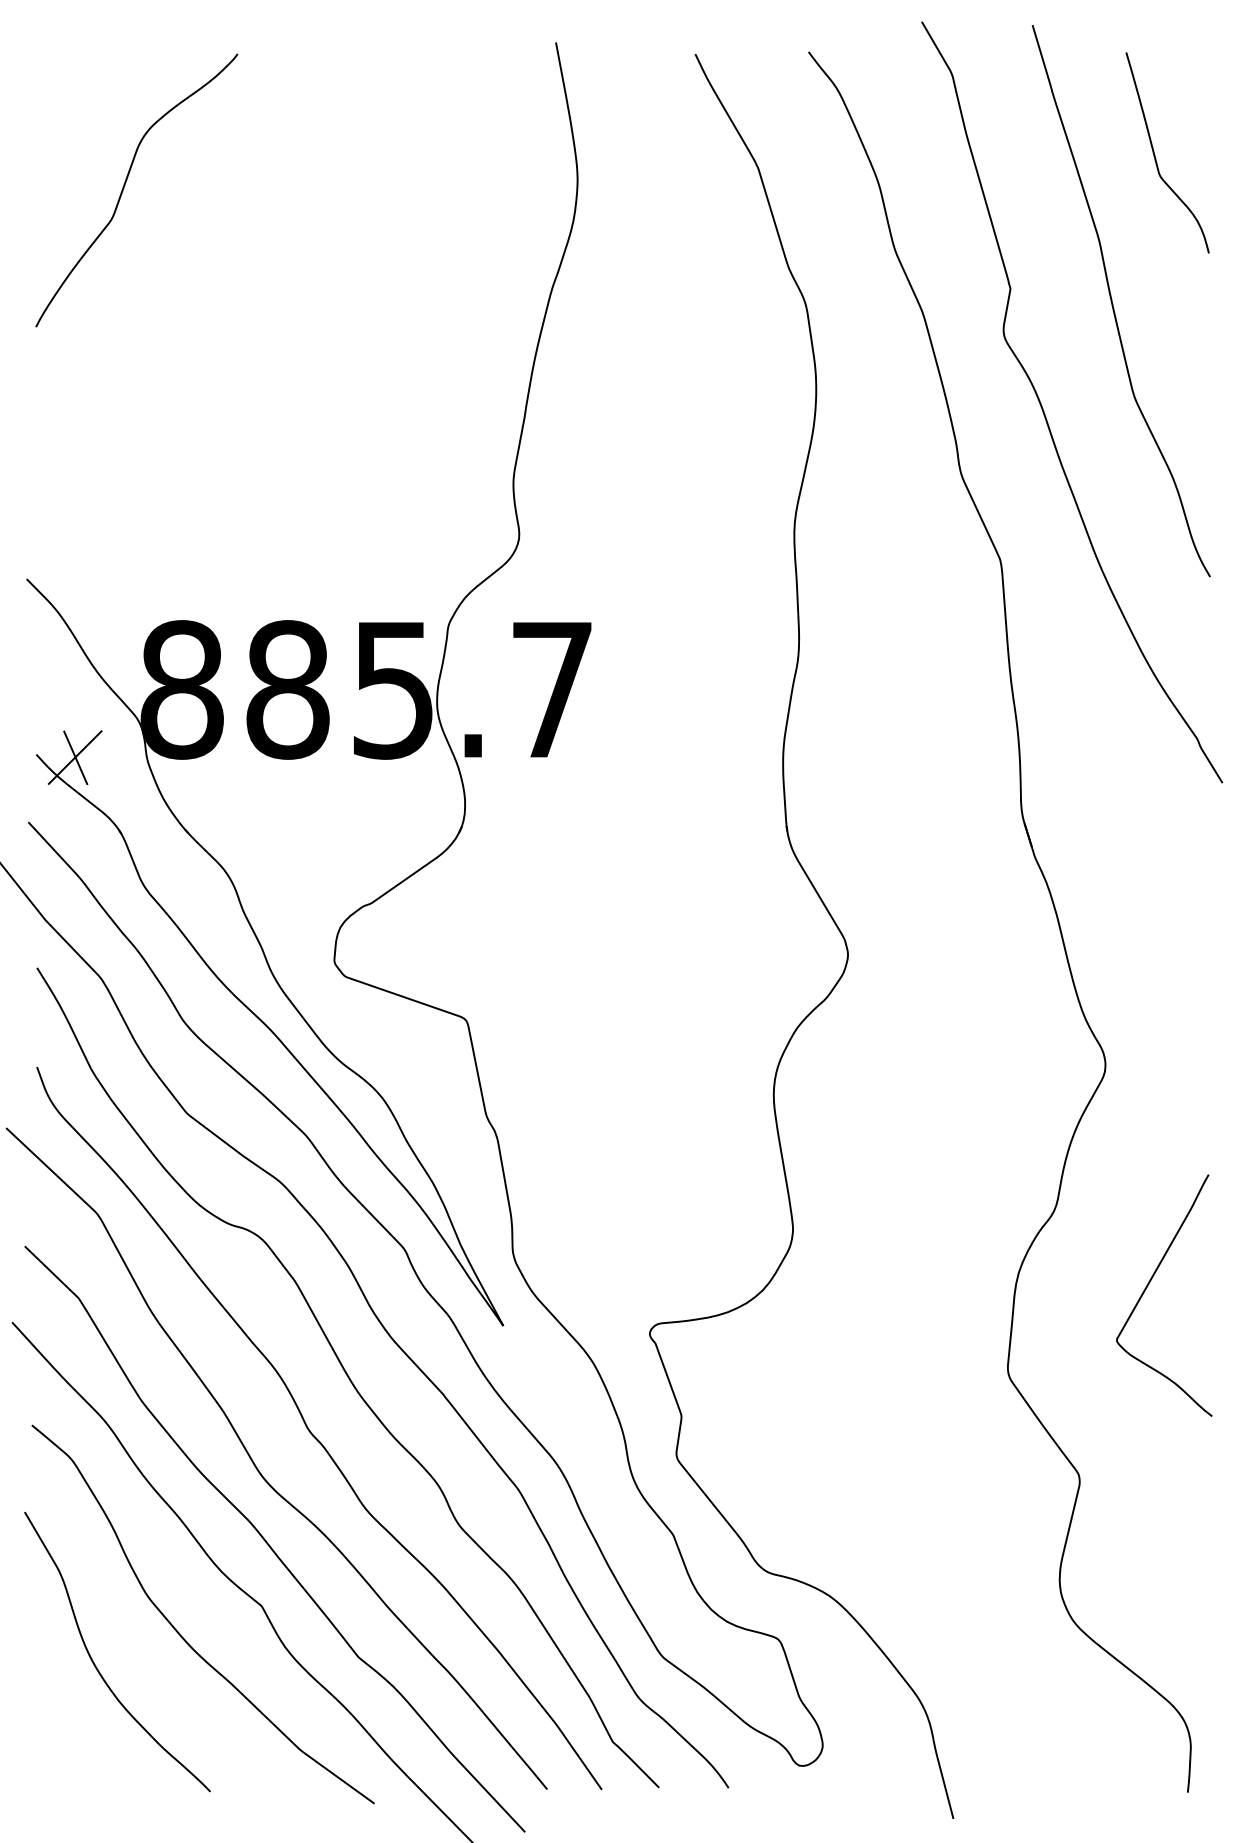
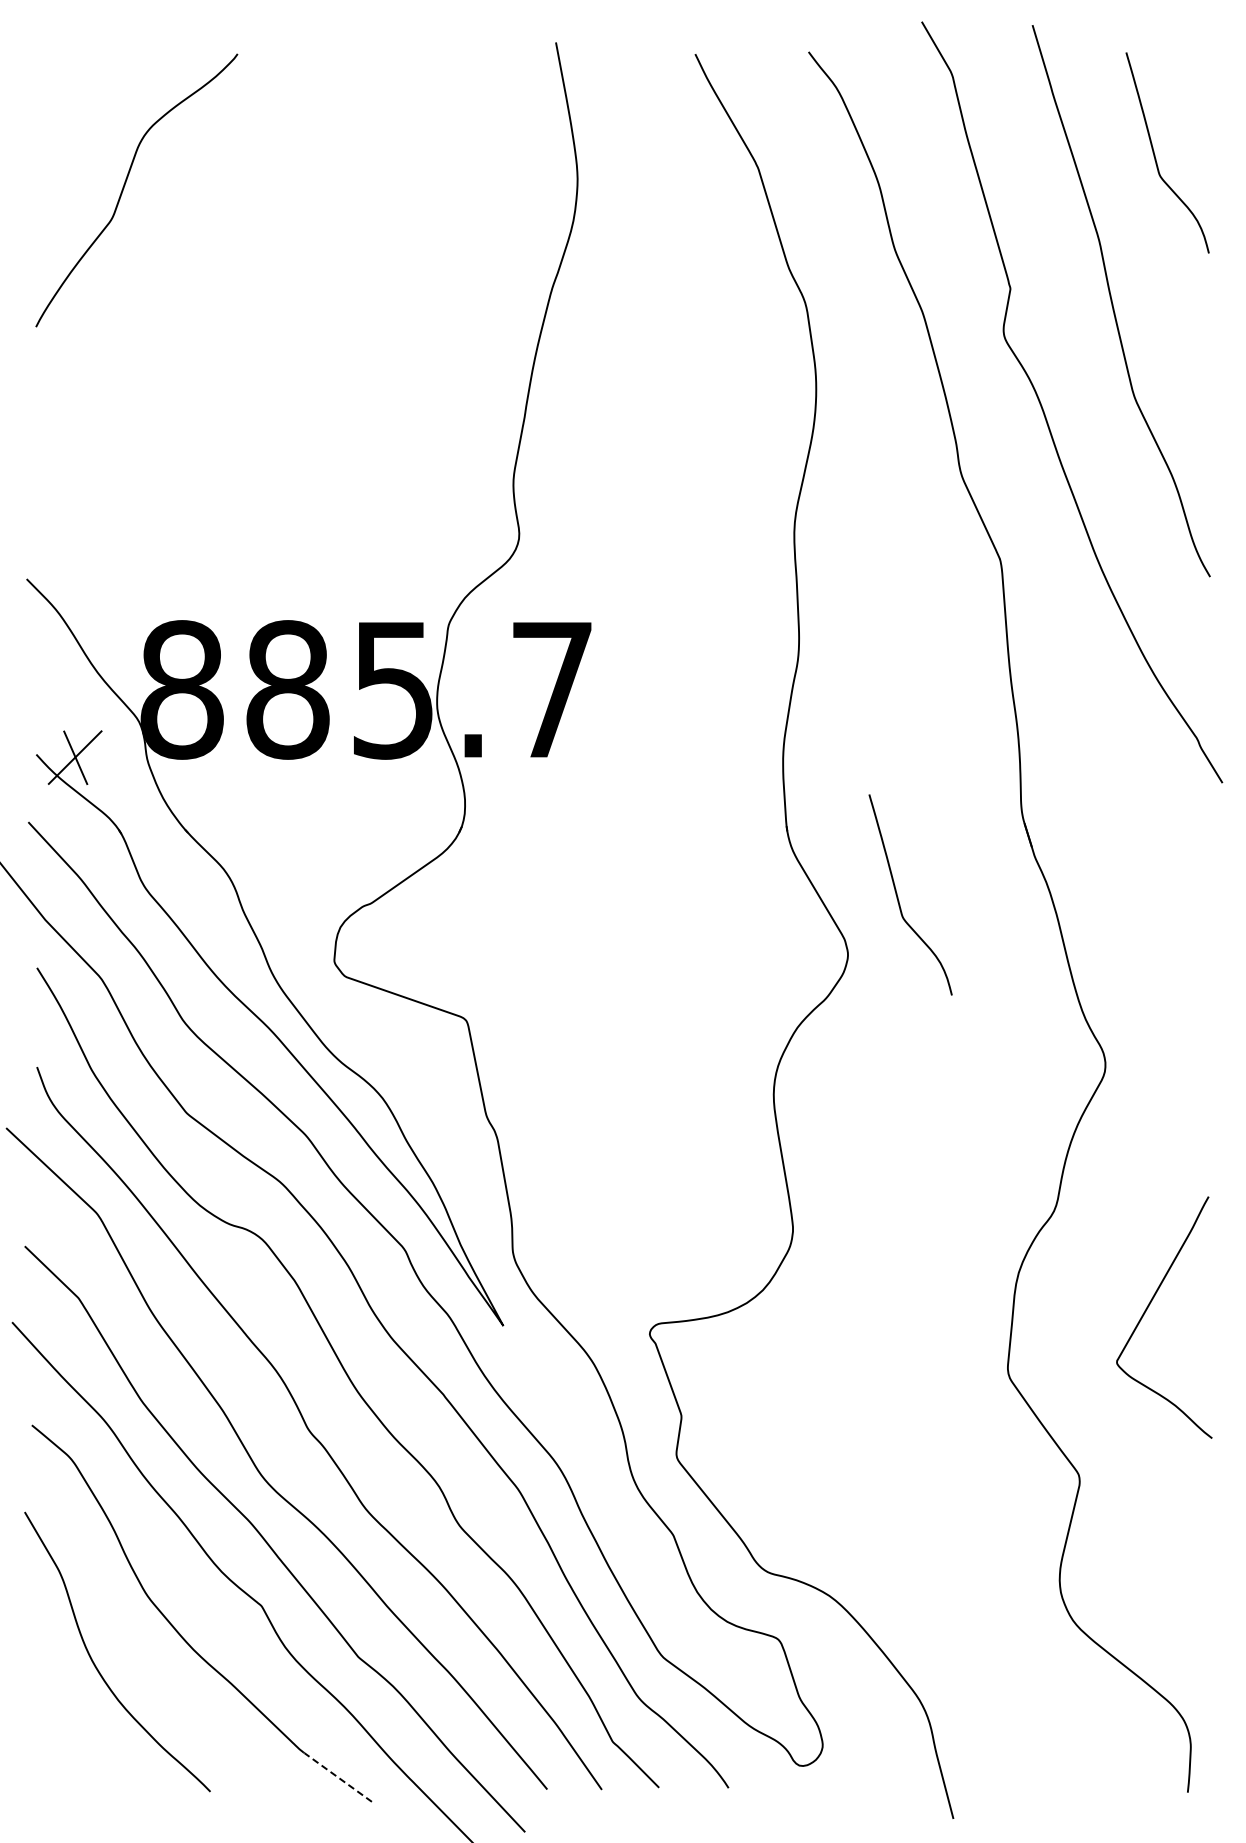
curve at (898, 896): none -> present
curve at (1149, 1284) position: (1149, 1284) -> (1149, 1306)
line at (338, 1777): solid -> dashed
